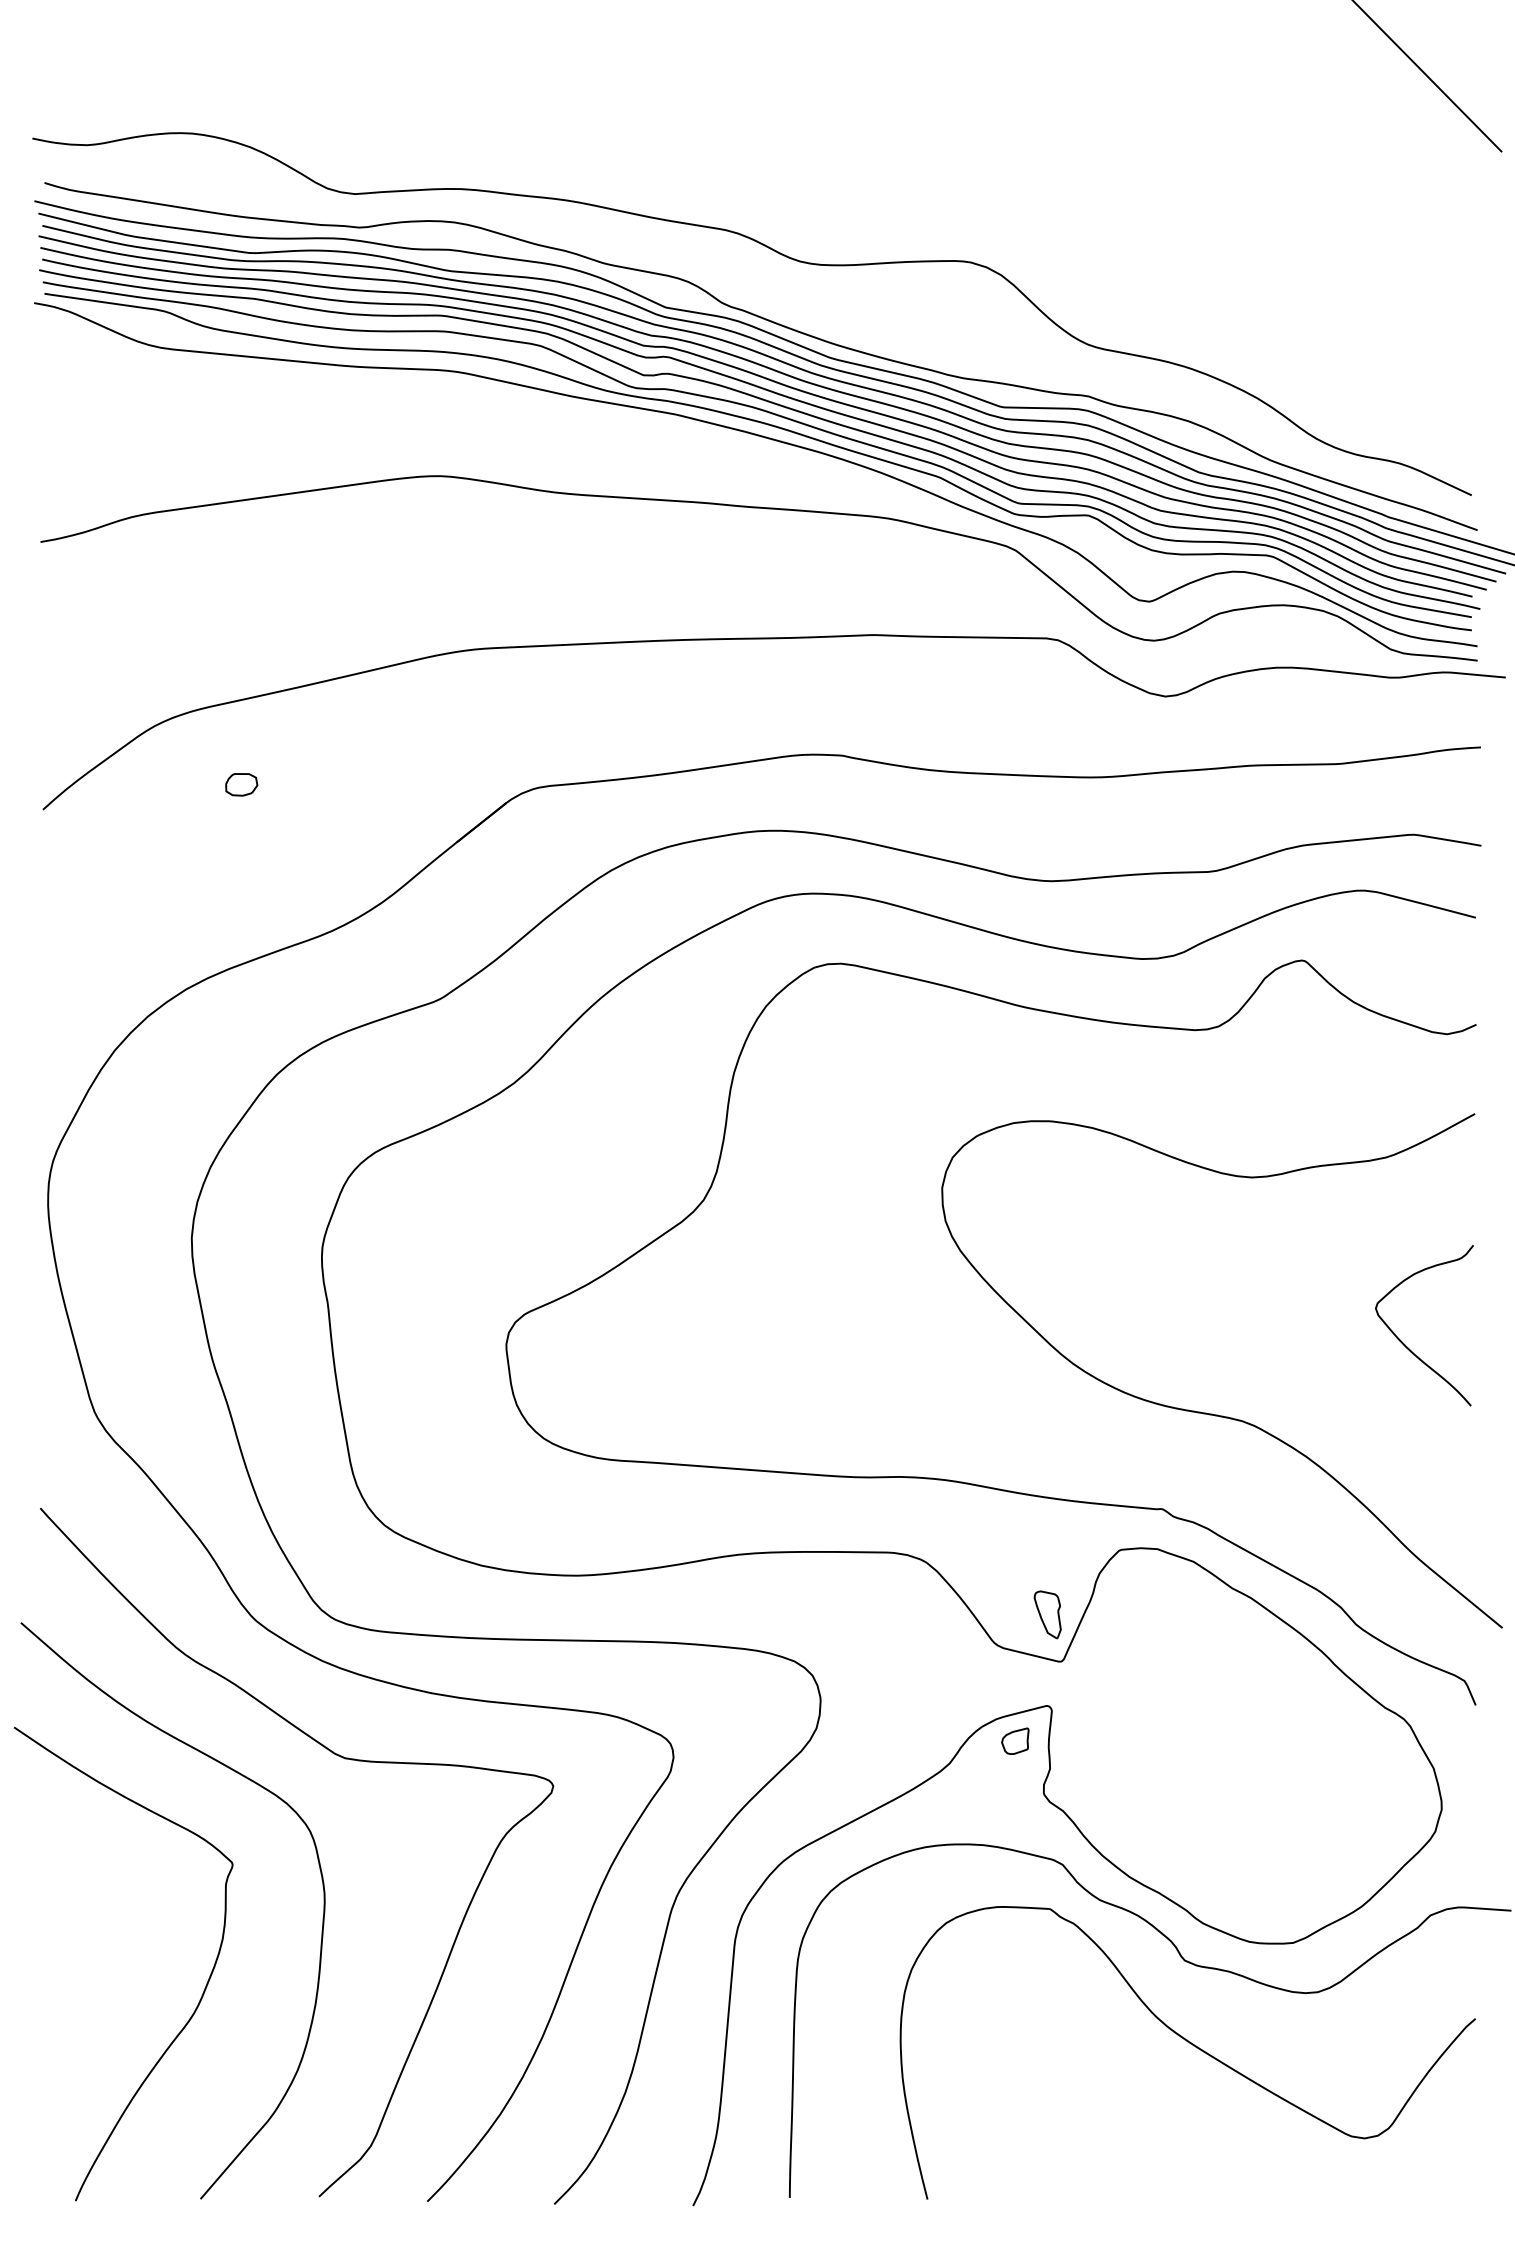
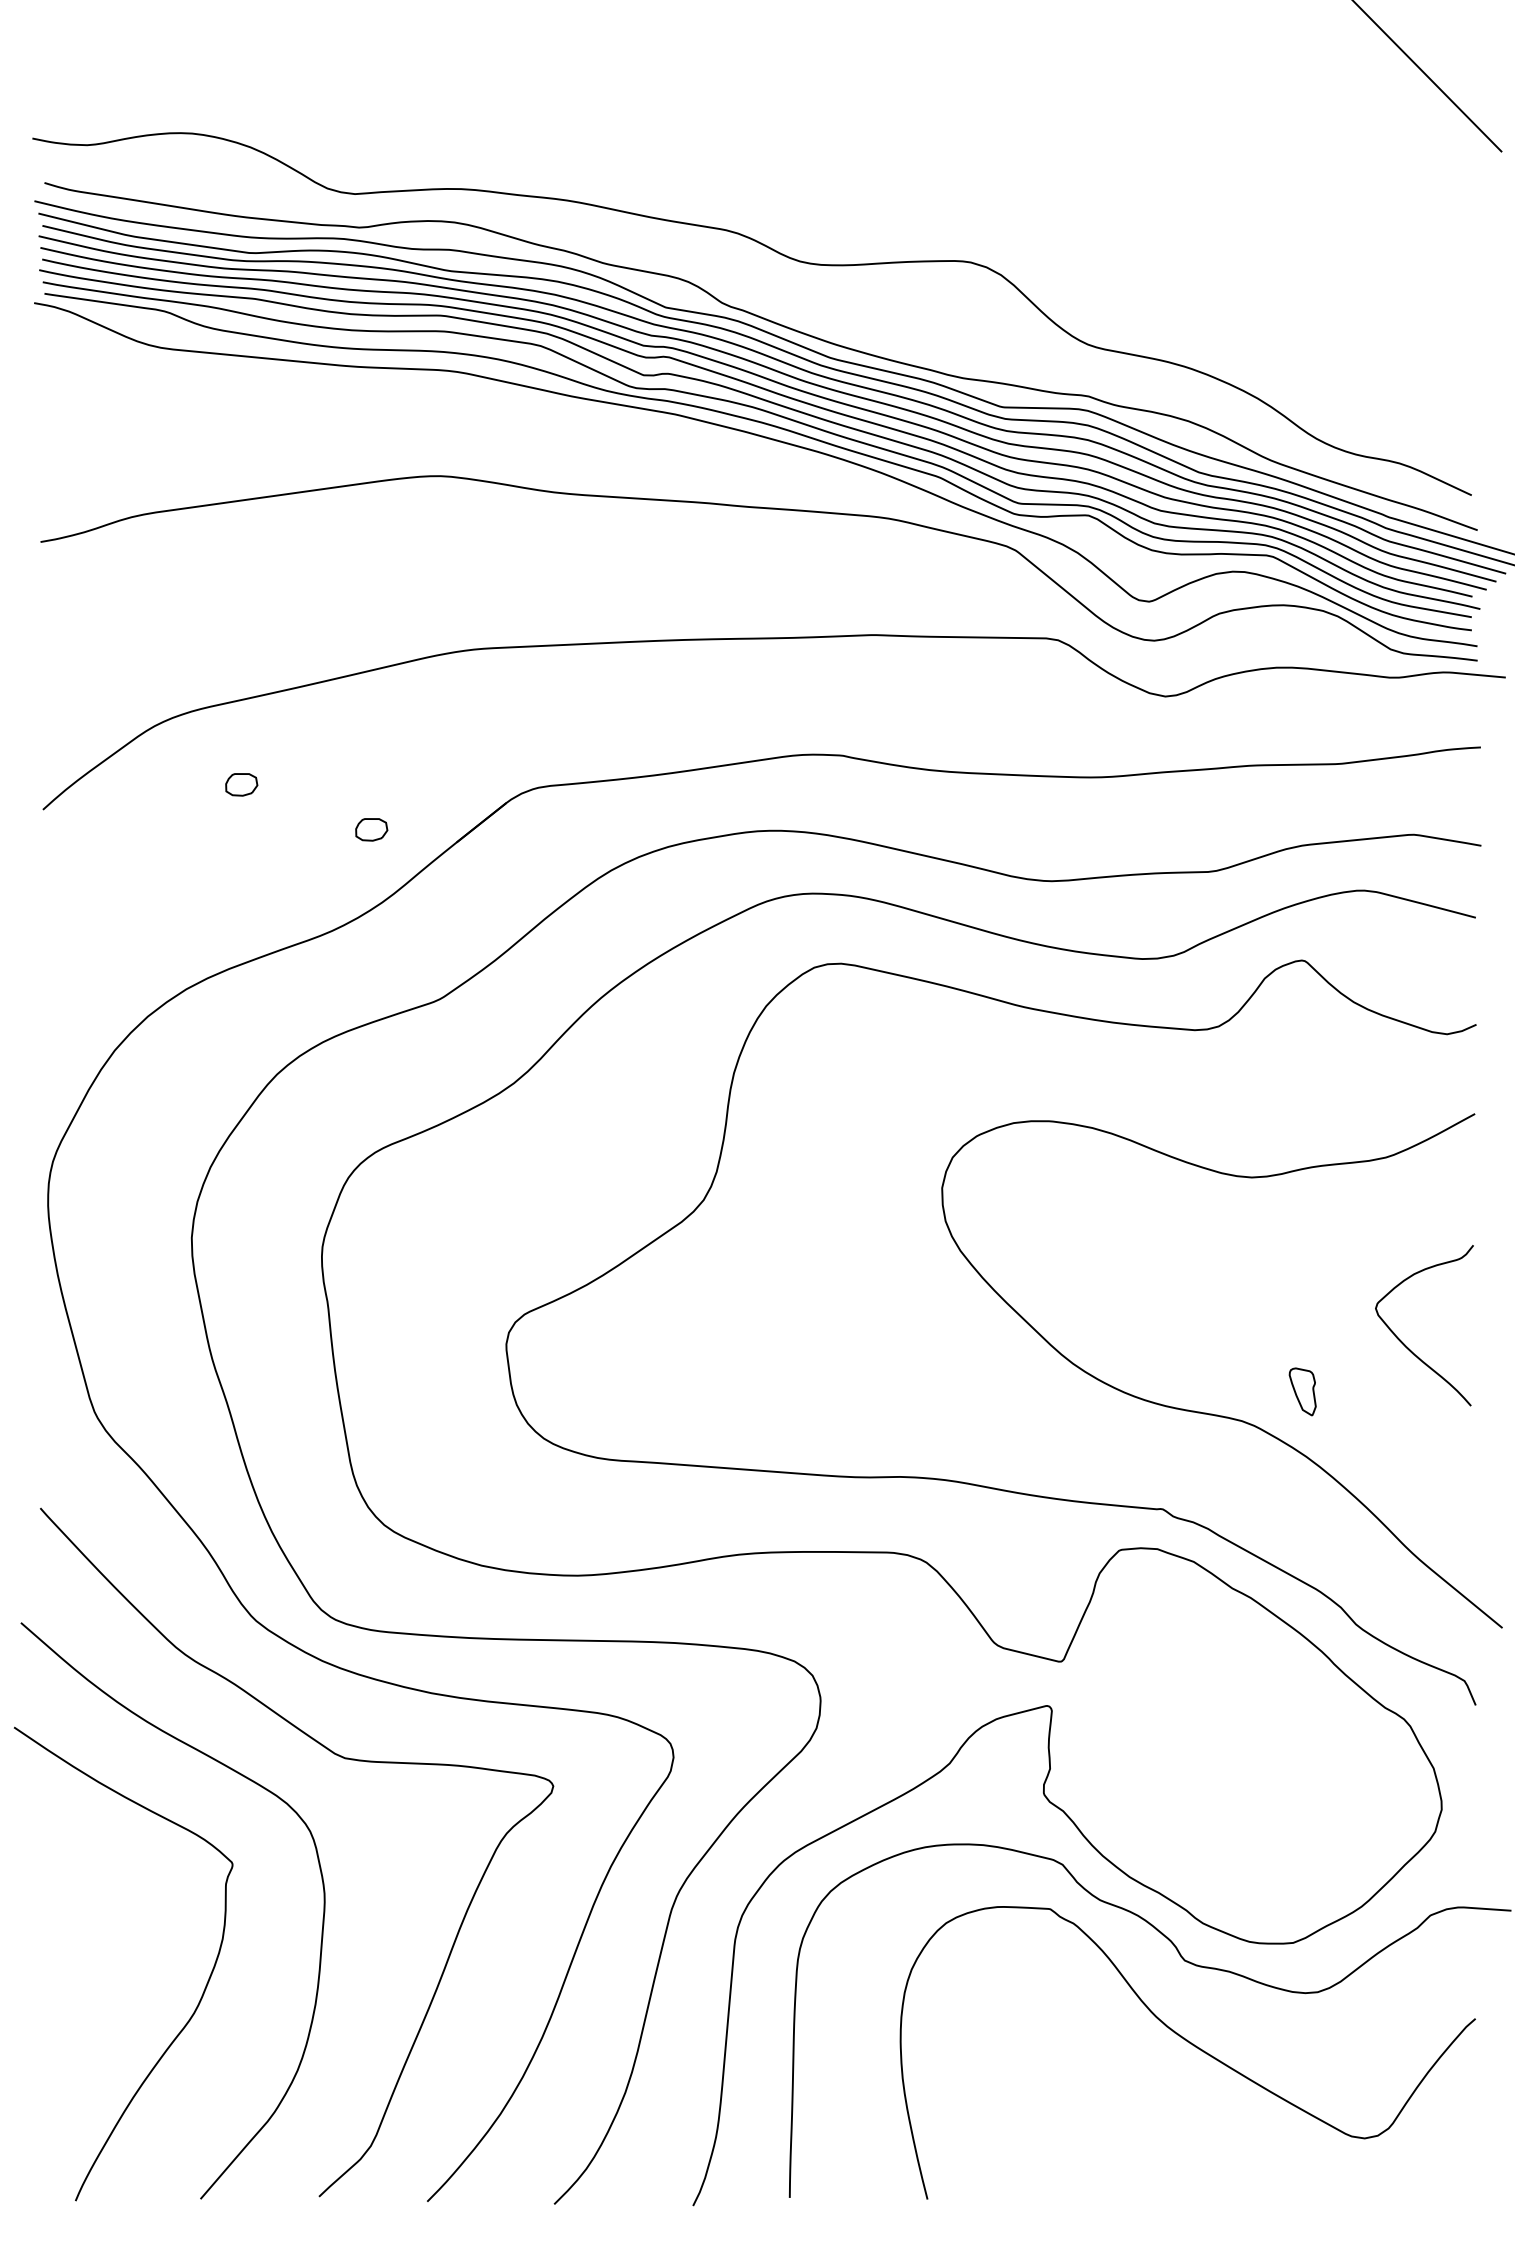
part at (371, 829): none -> present
part at (1047, 1614) position: (1047, 1614) -> (1302, 1391)
part at (1015, 1740): present -> none
